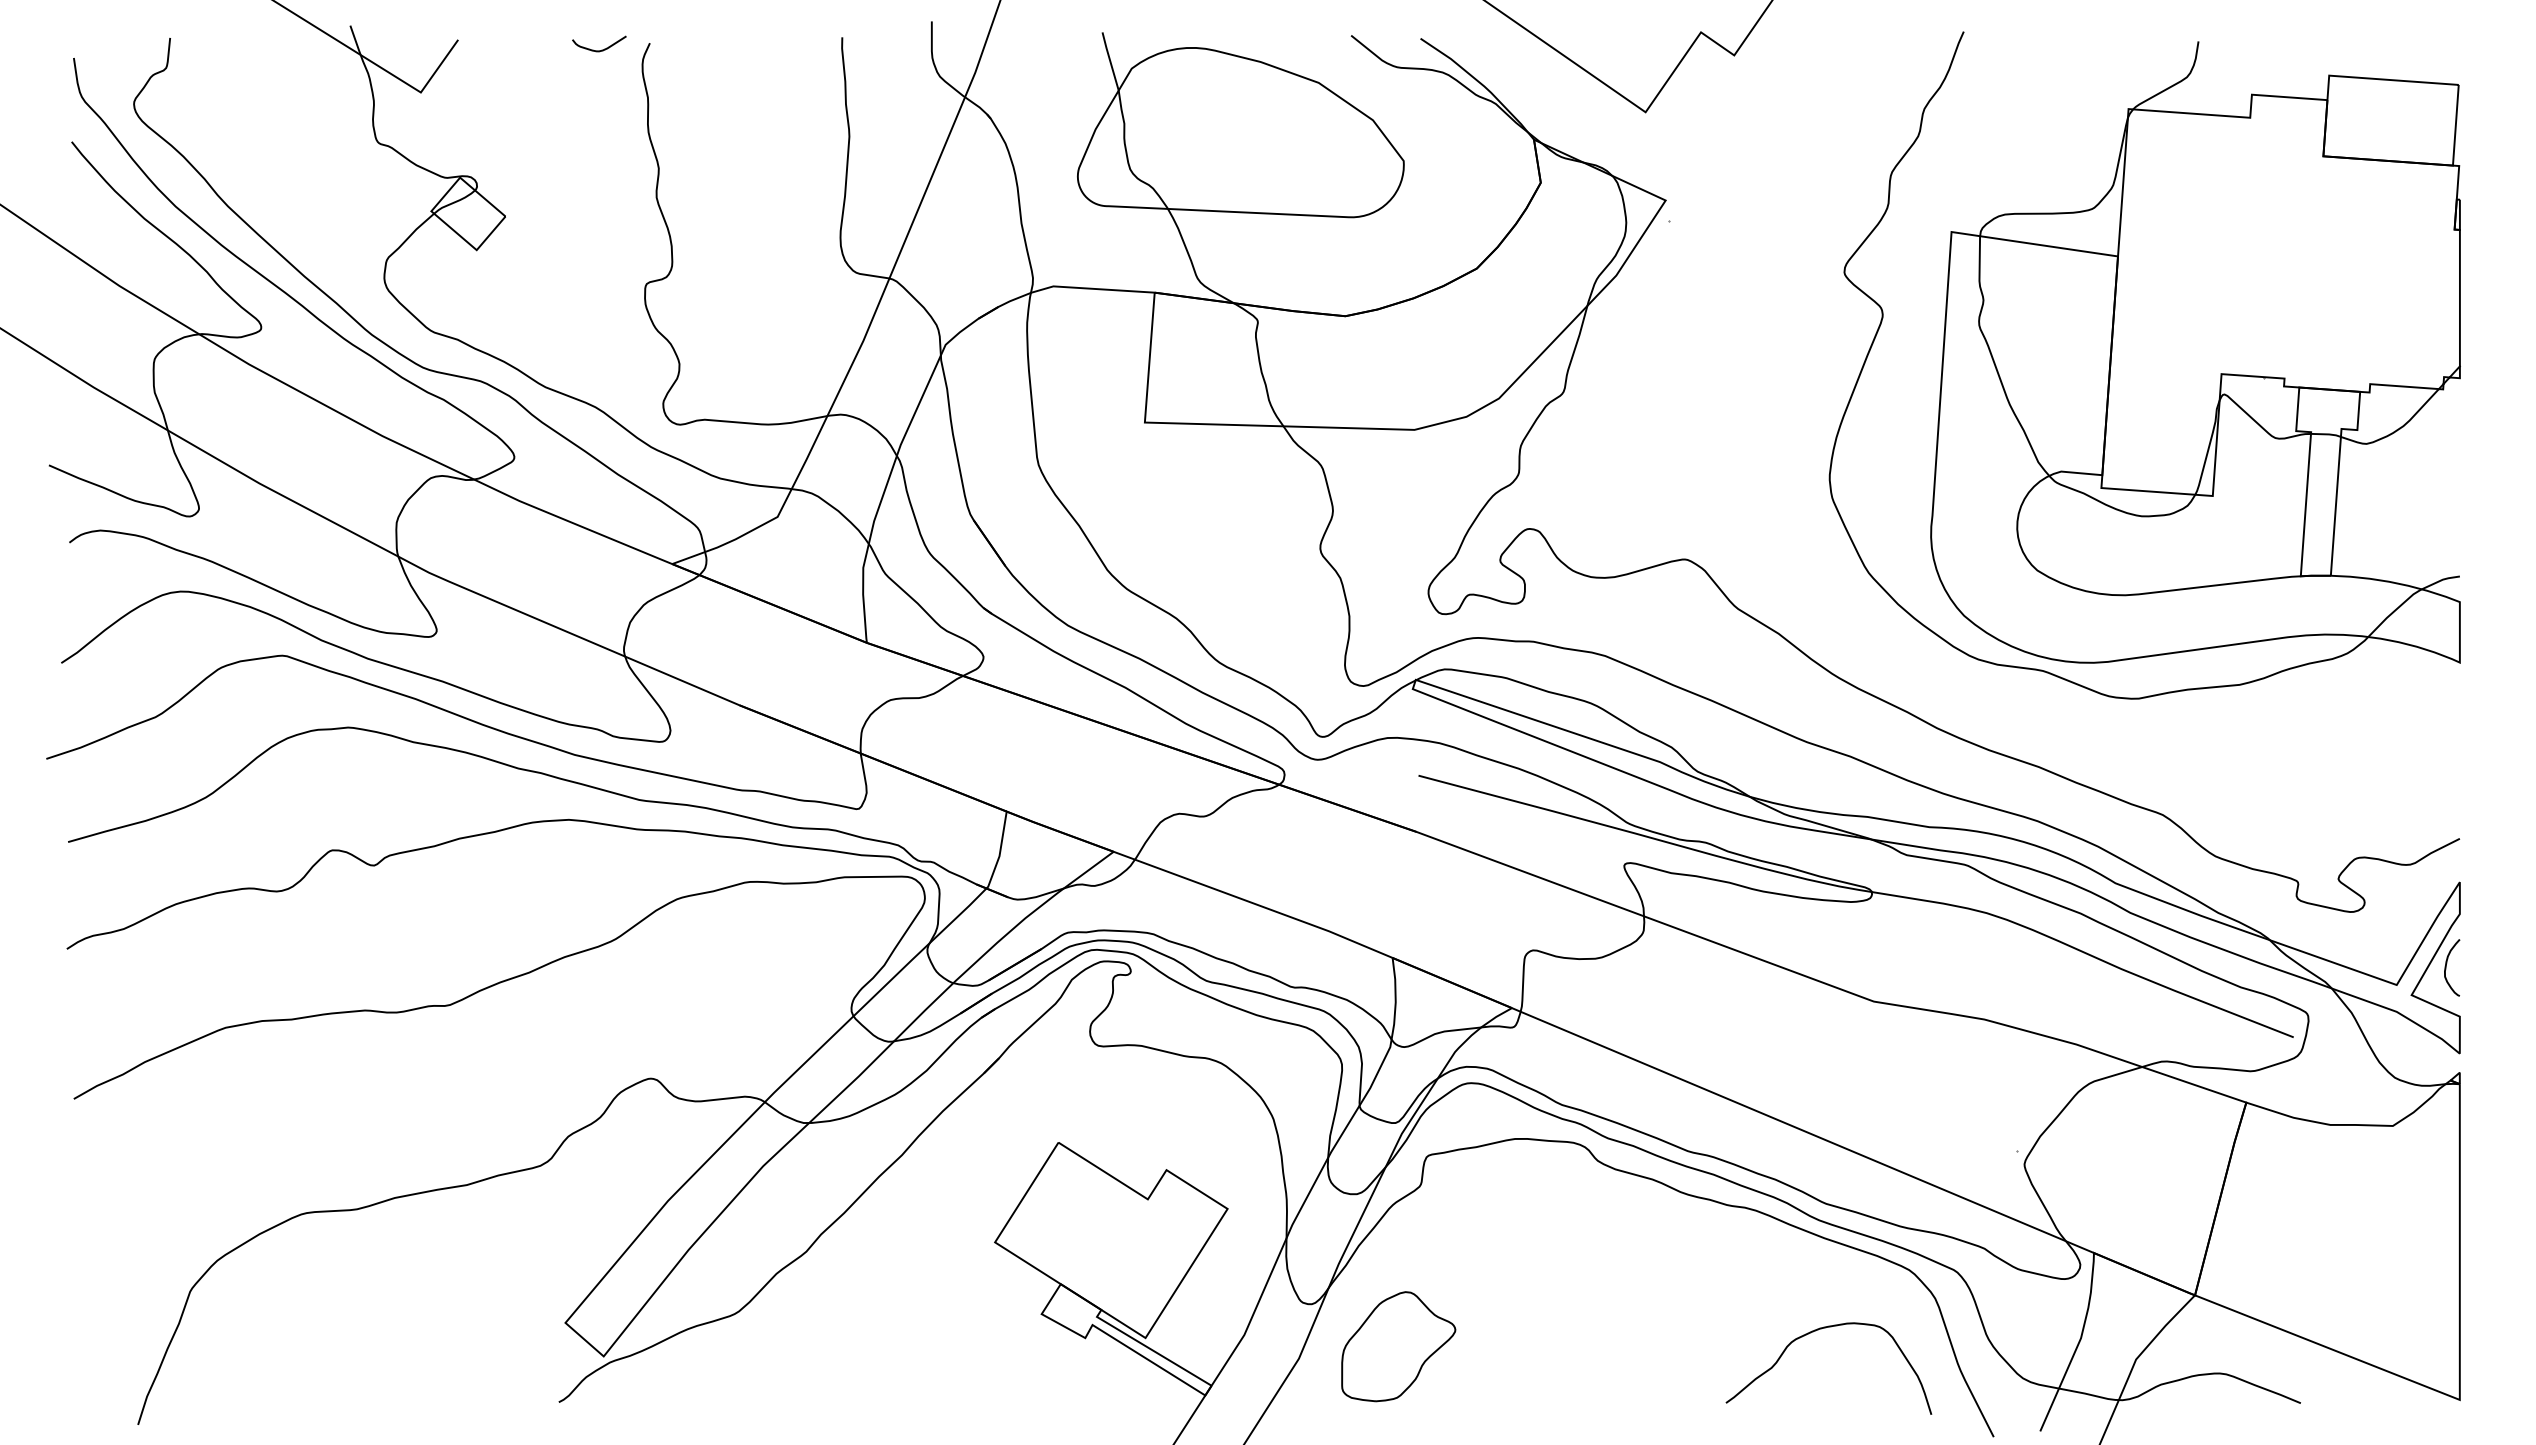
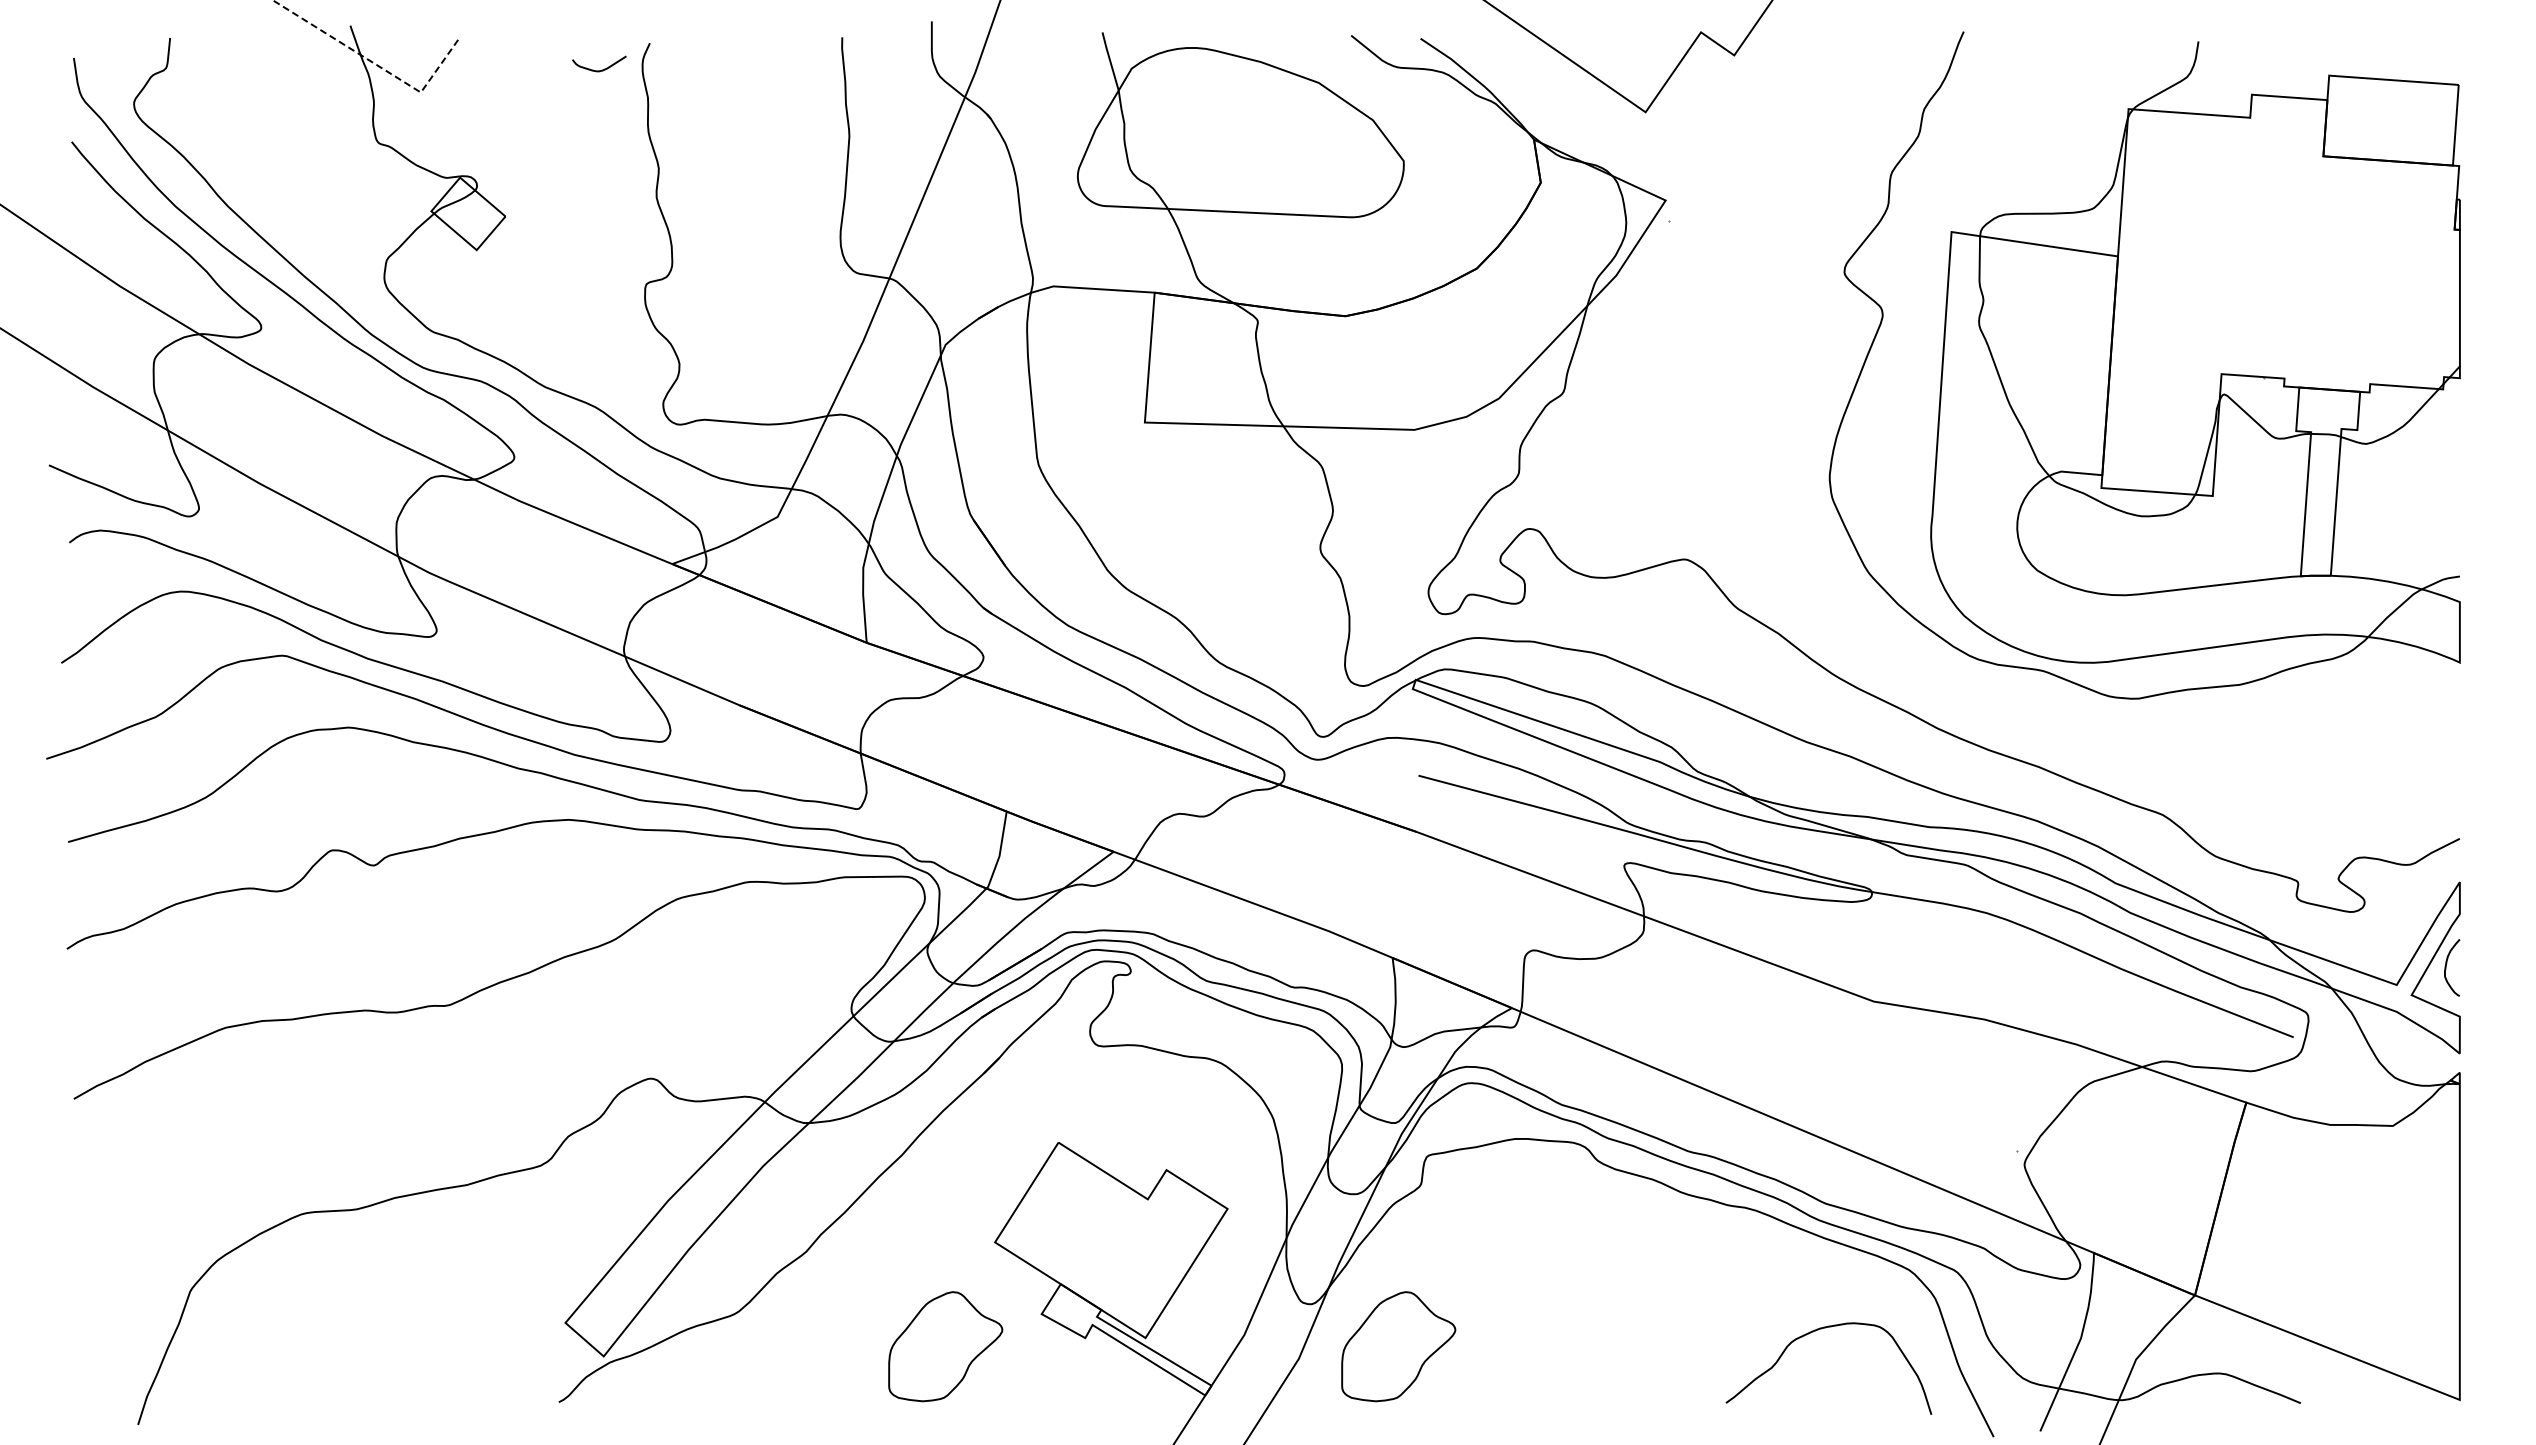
curve at (601, 49) position: (601, 49) -> (601, 69)
line at (374, 63): solid -> dashed
part at (945, 1346): none -> present
